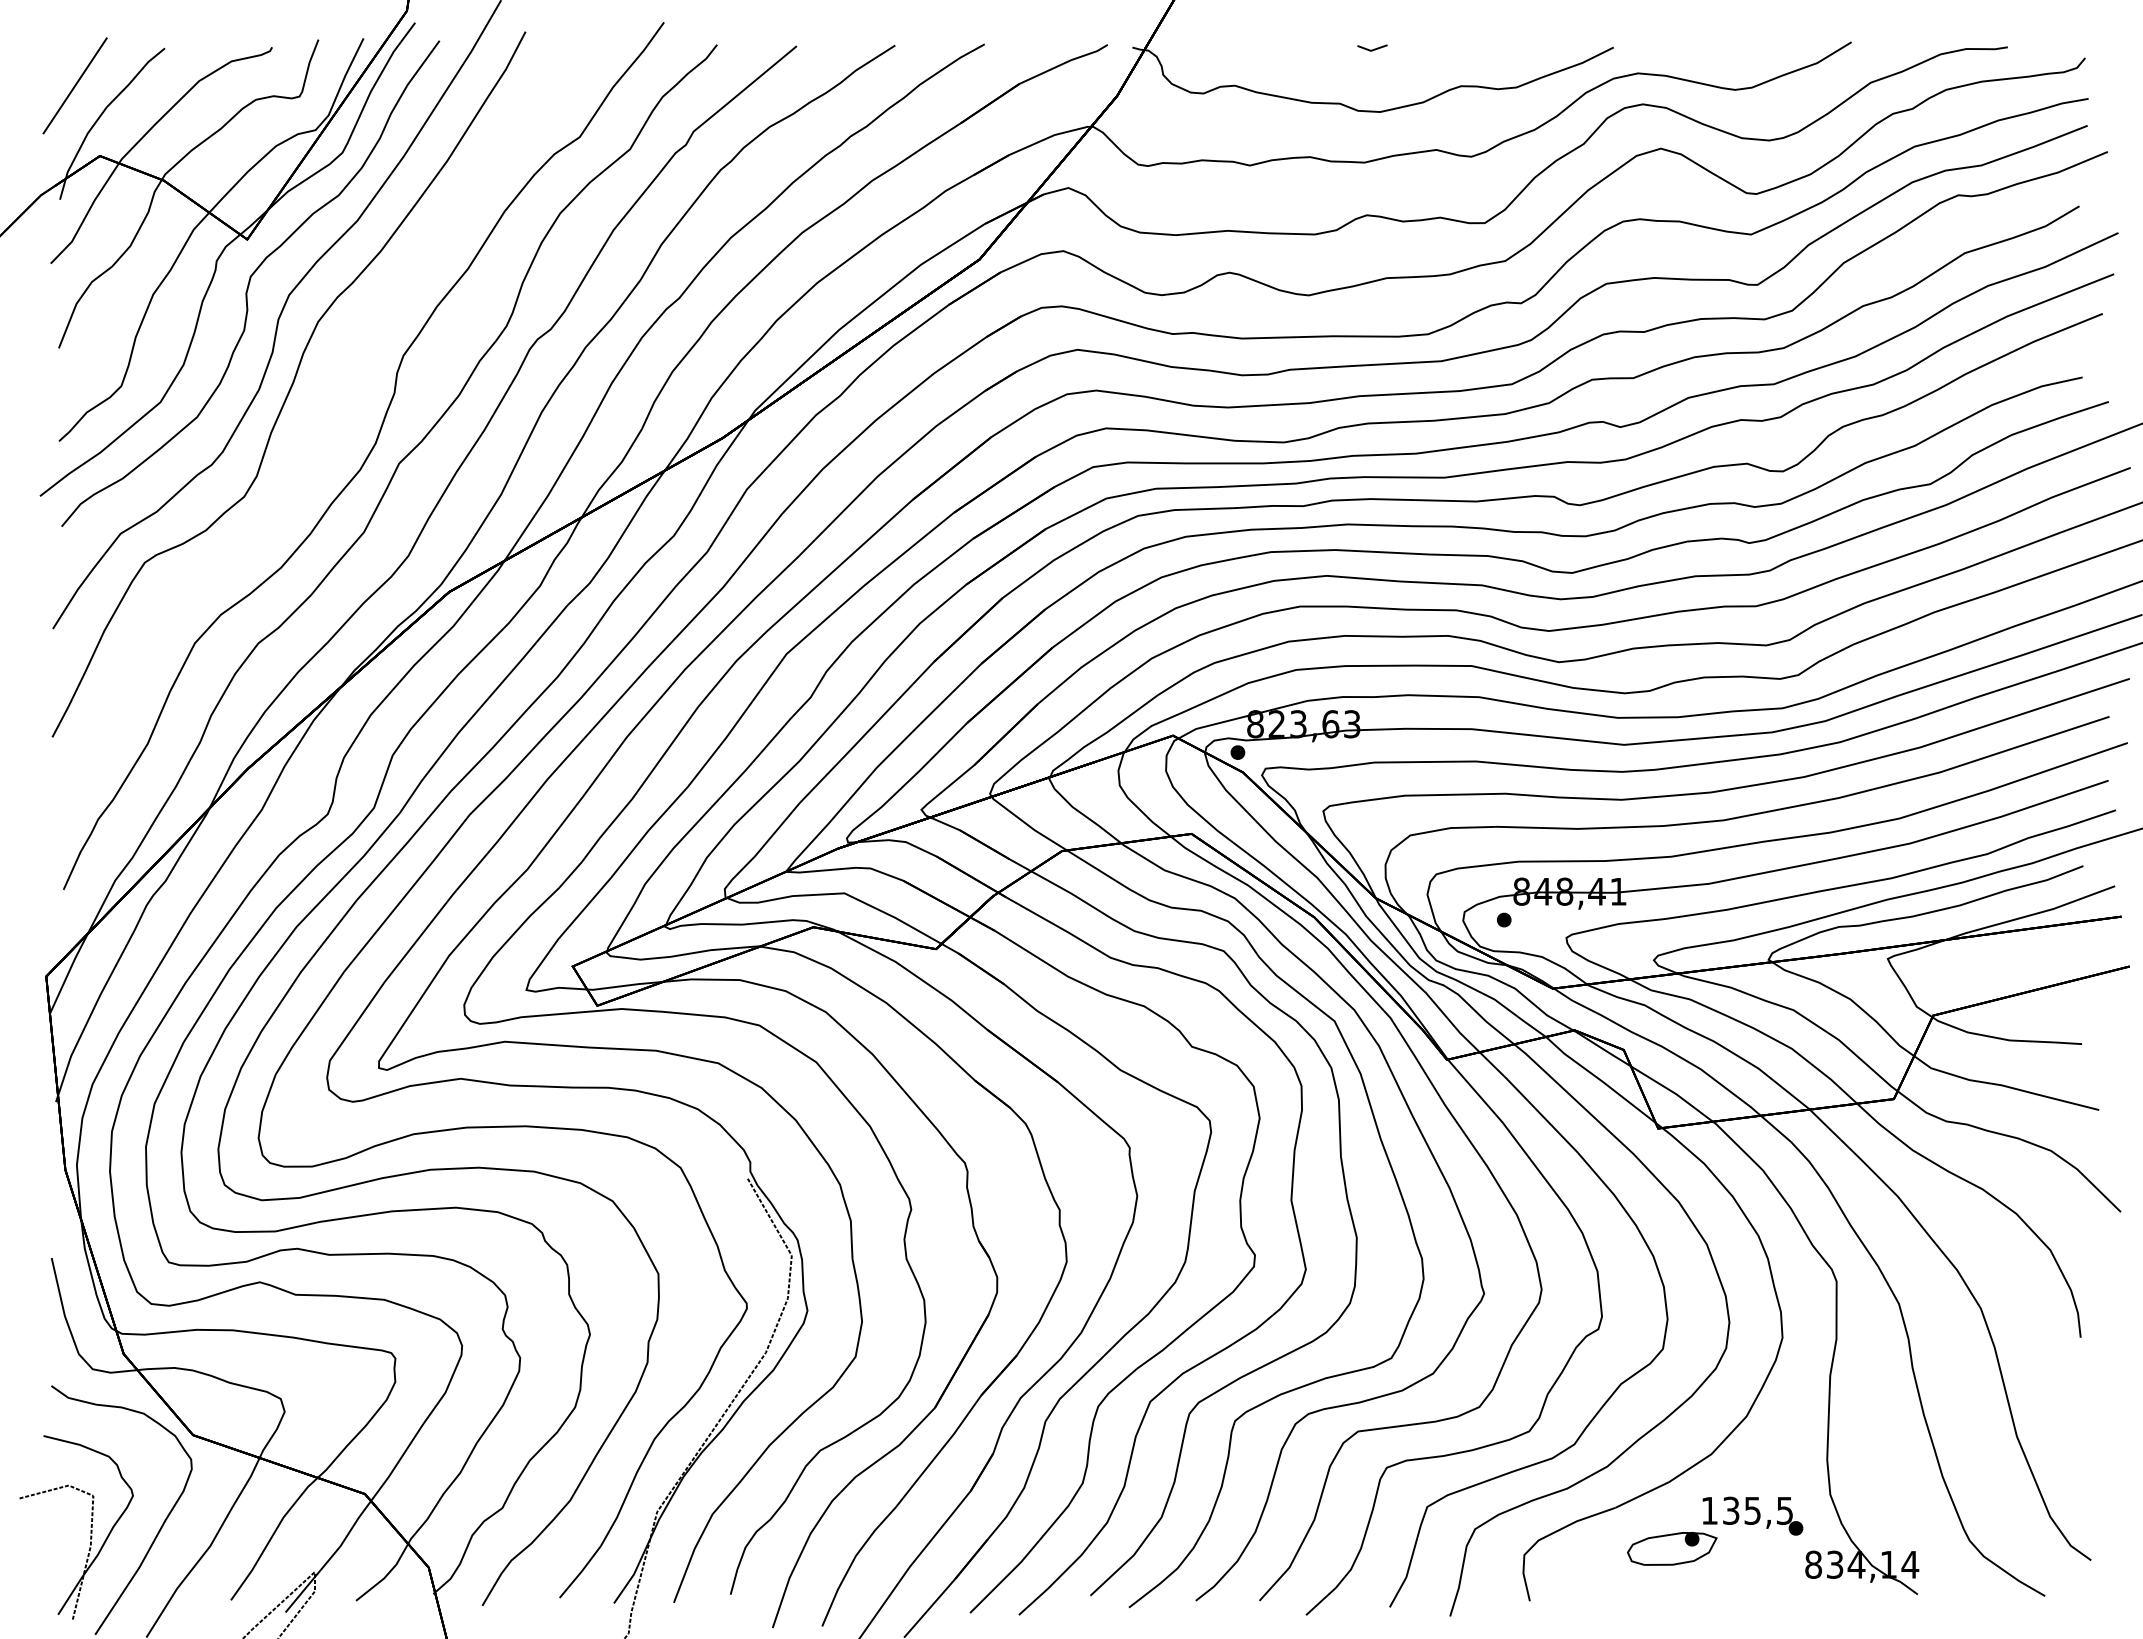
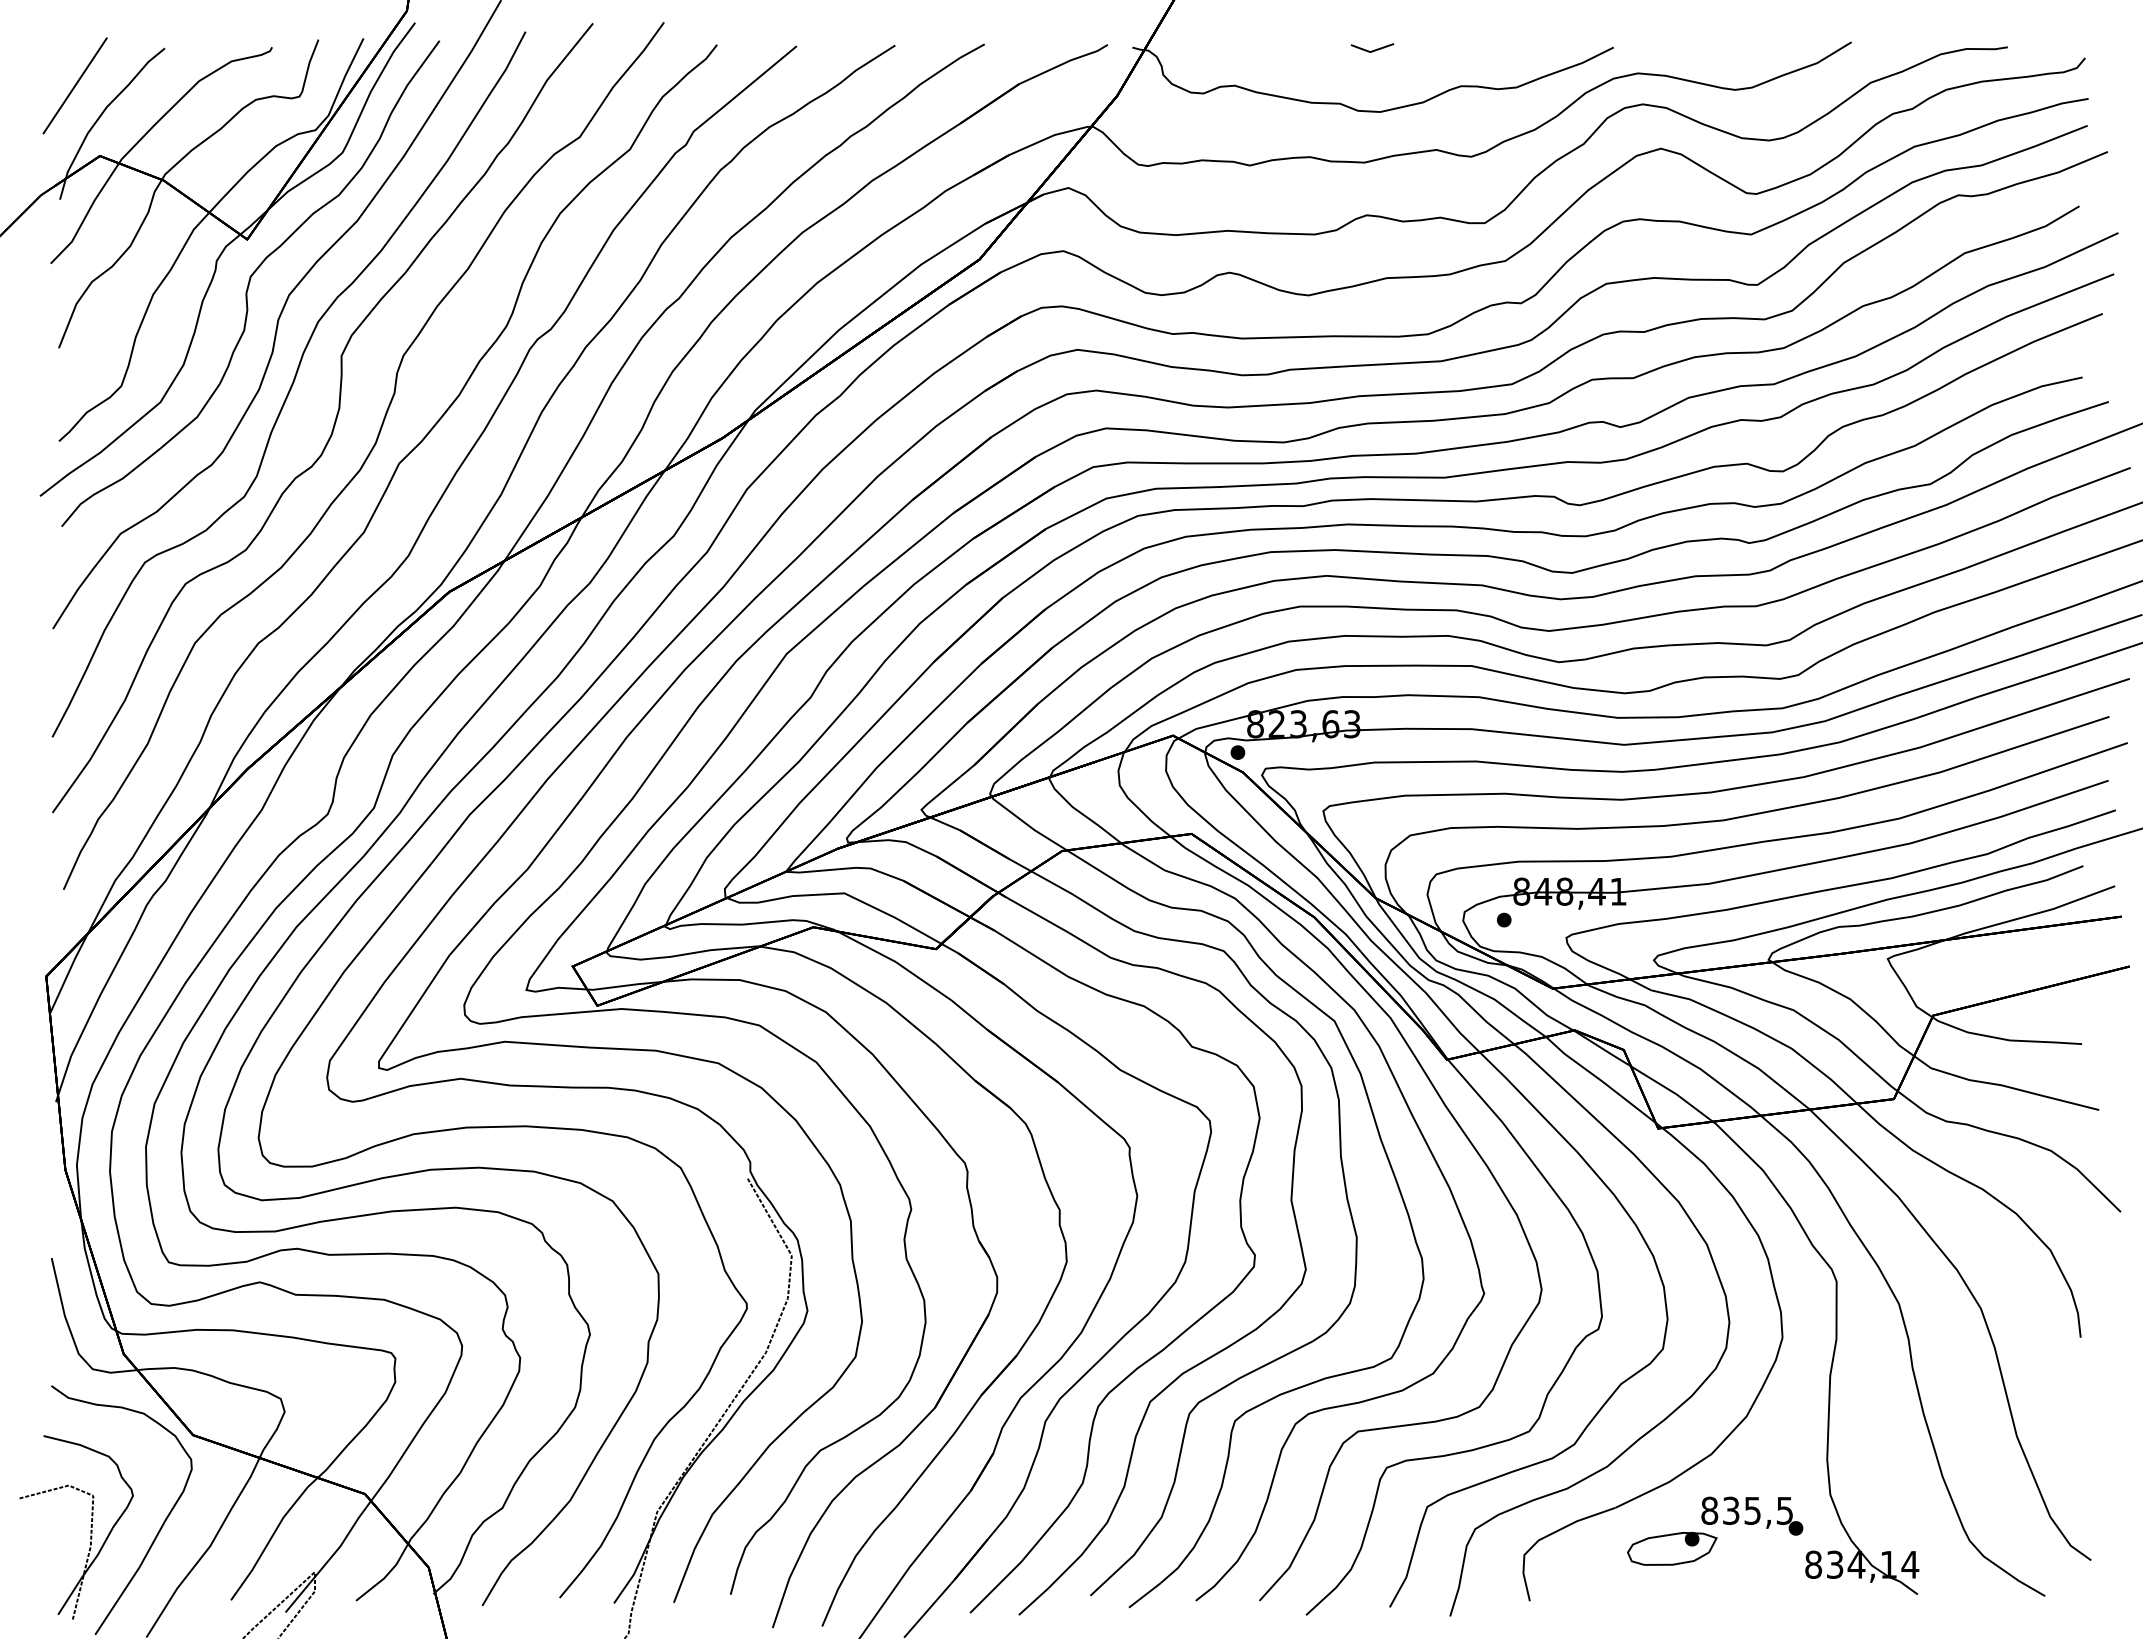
part at (1372, 47) size: 31x8 px -> 45x10 px
part at (334, 420): none -> present
text at (1709, 1510): 135,5 -> 835,5
